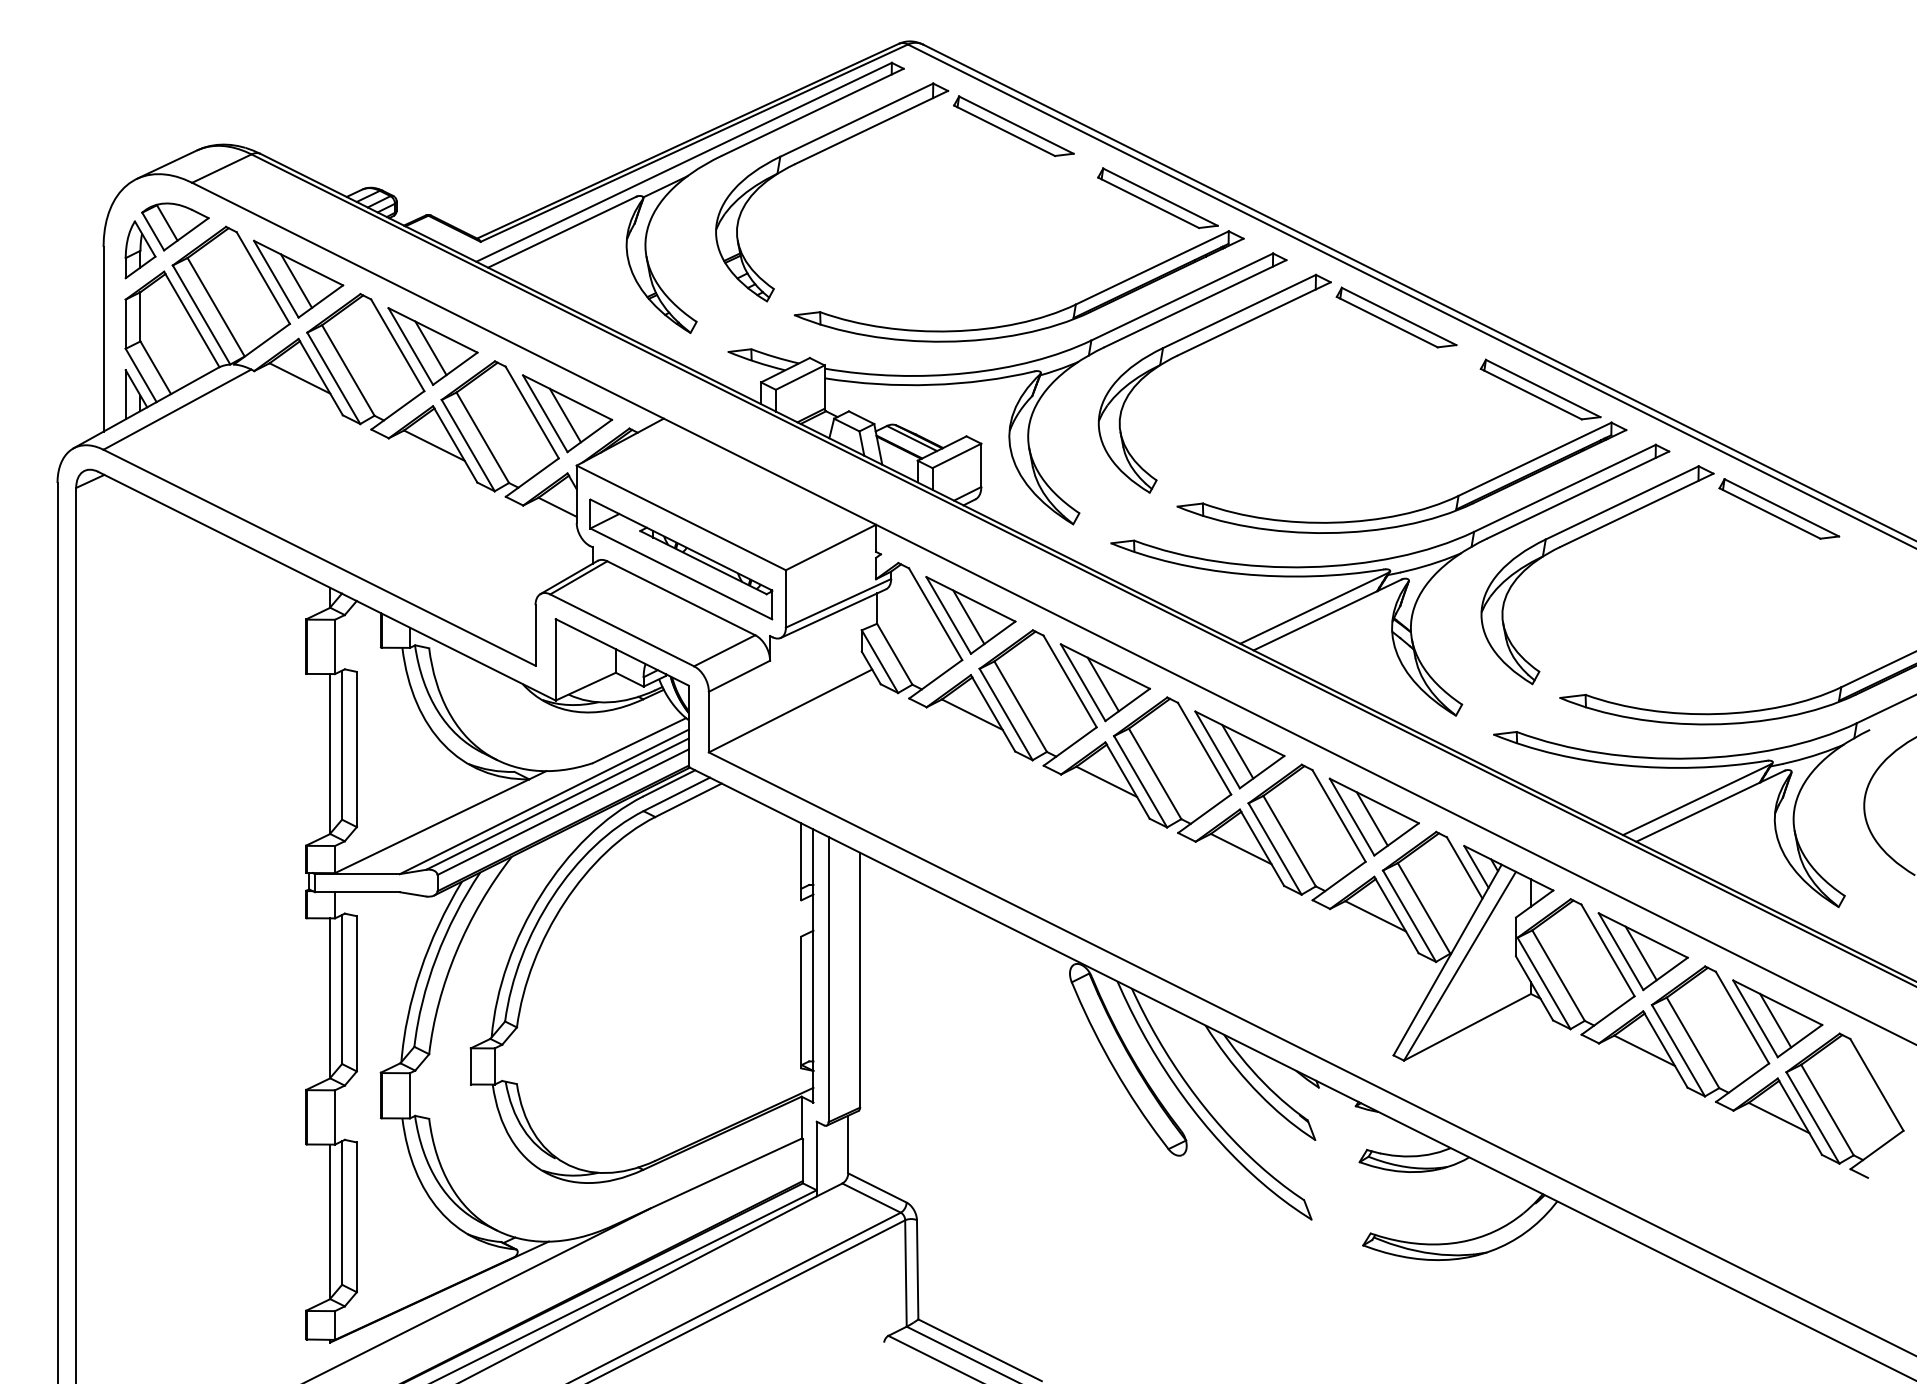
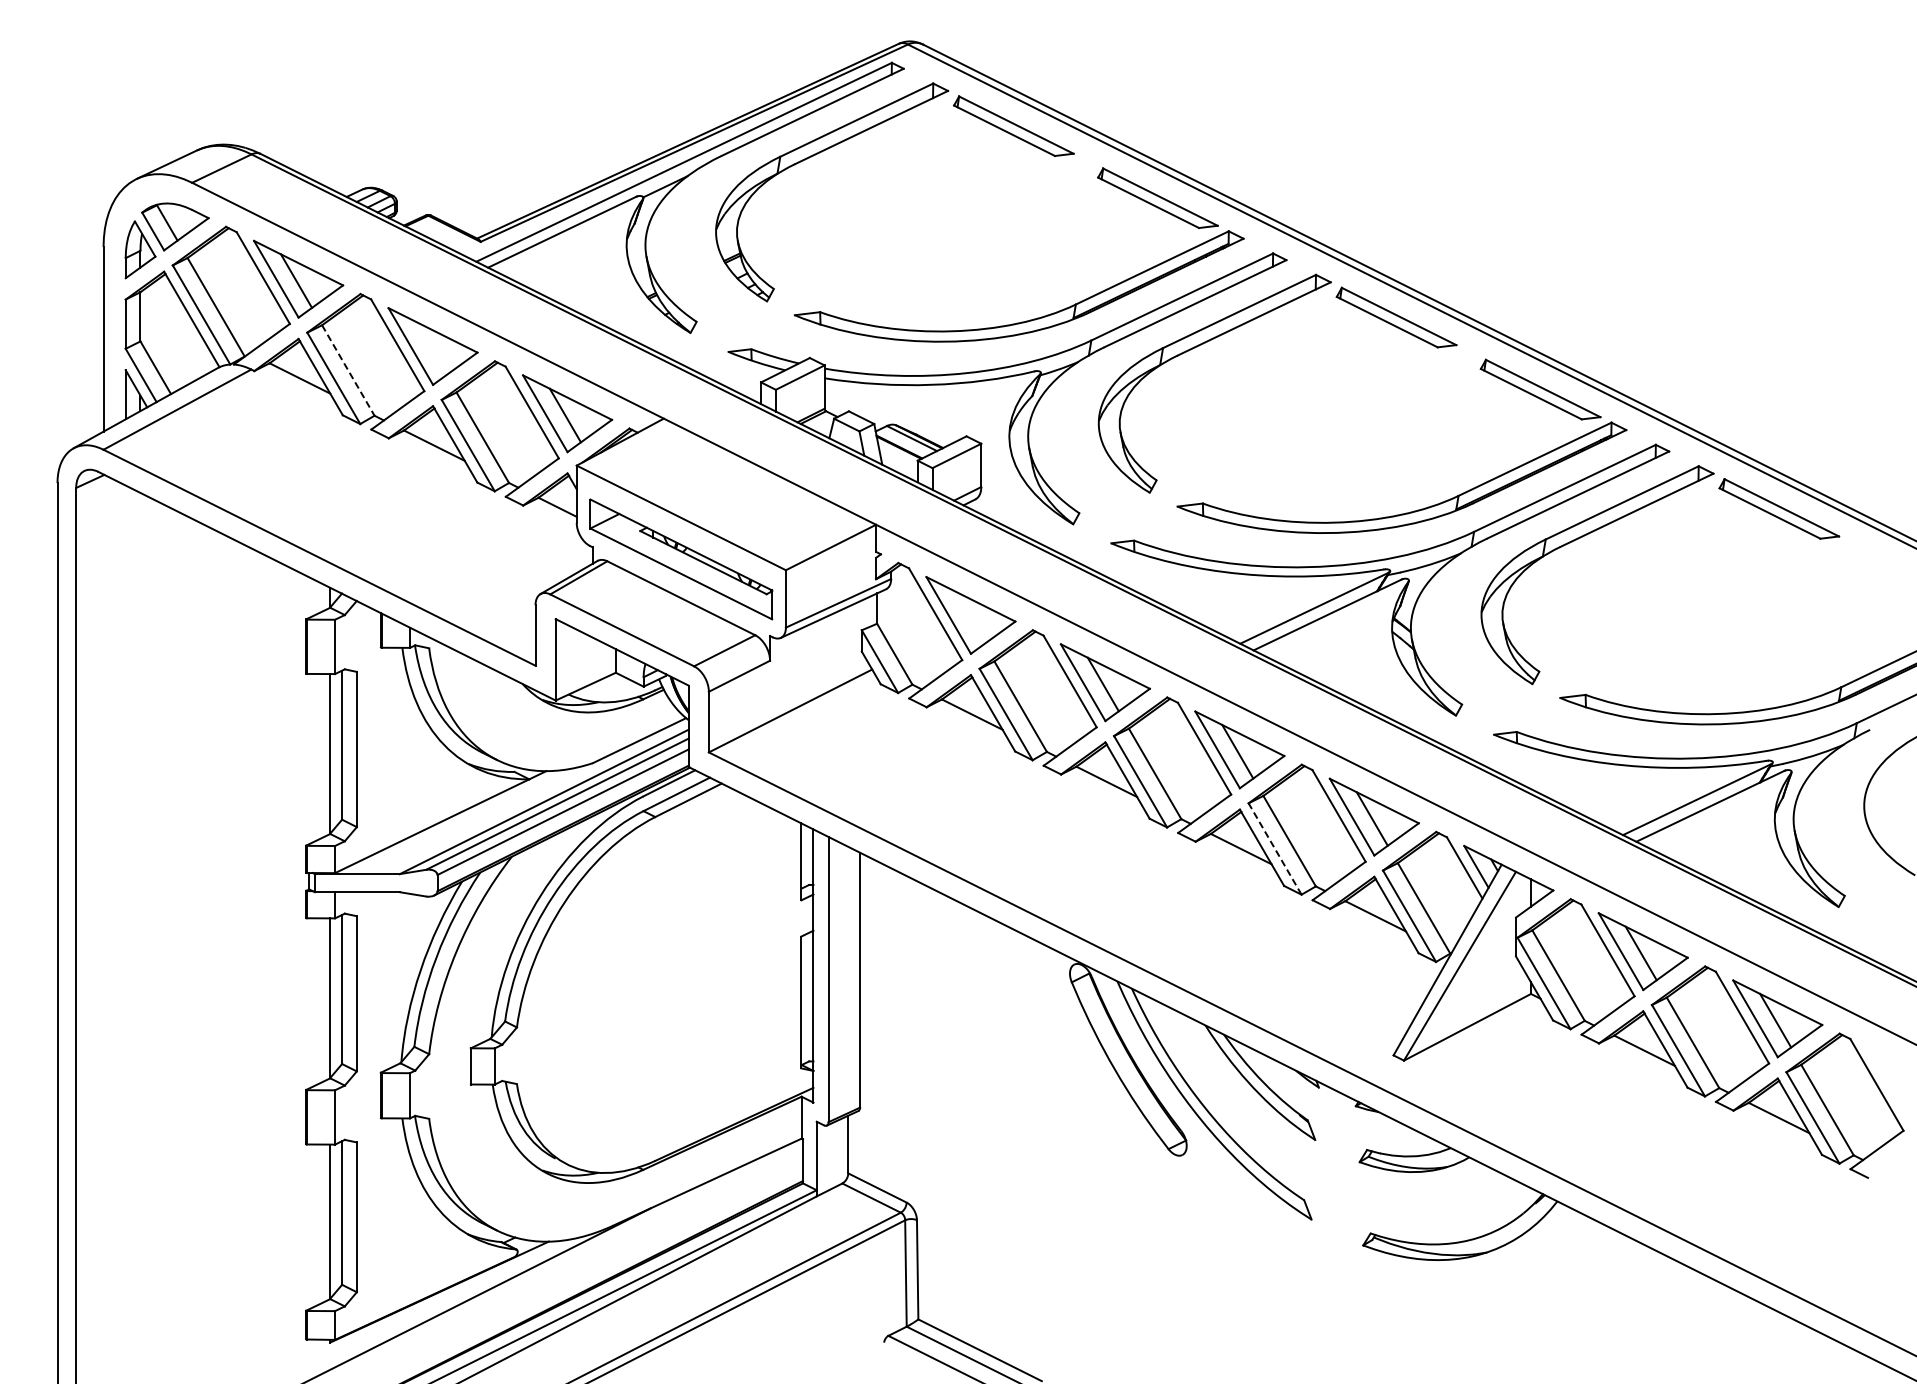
line at (430, 348): present -> none
line at (348, 370): solid -> dashed
line at (968, 617): present -> none
line at (1275, 849): solid -> dashed
